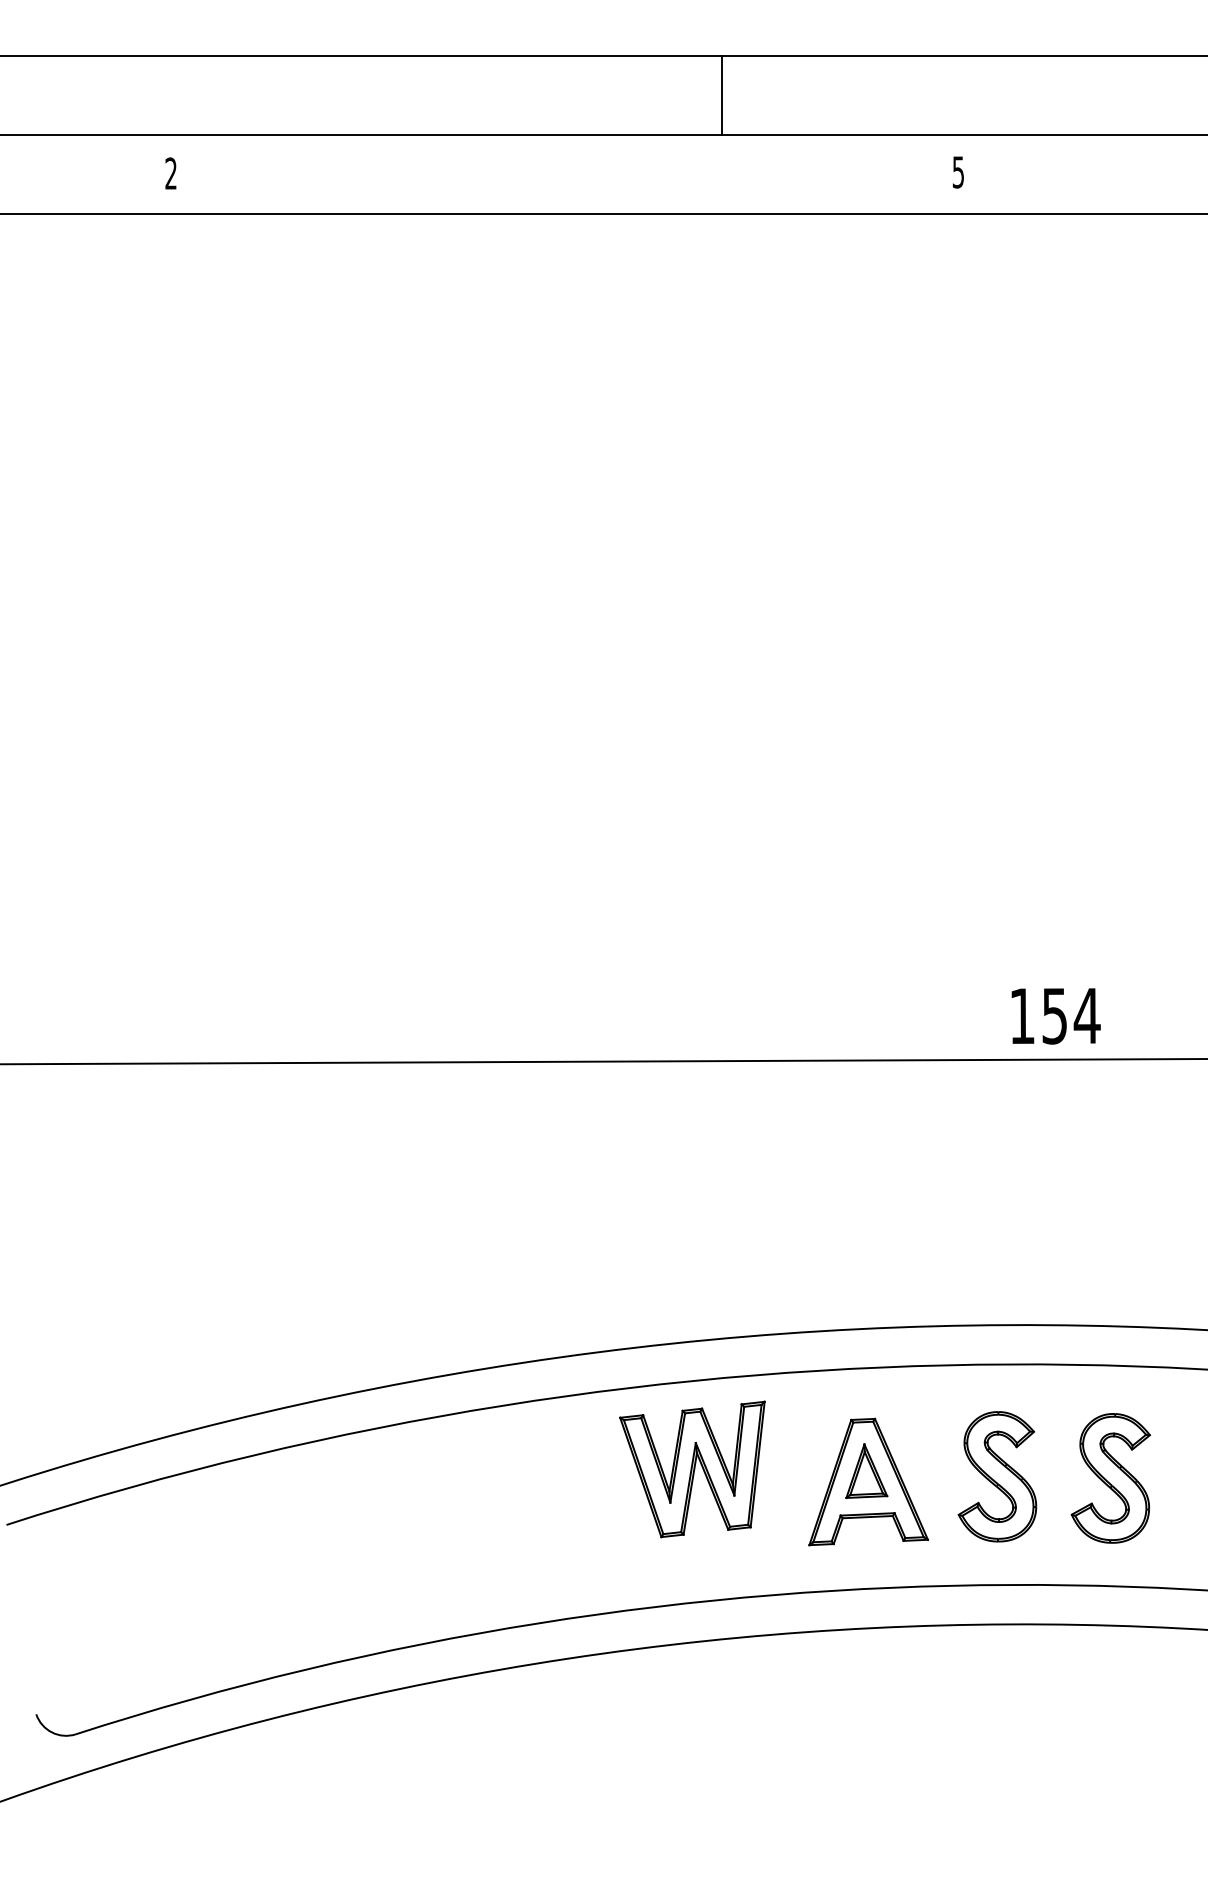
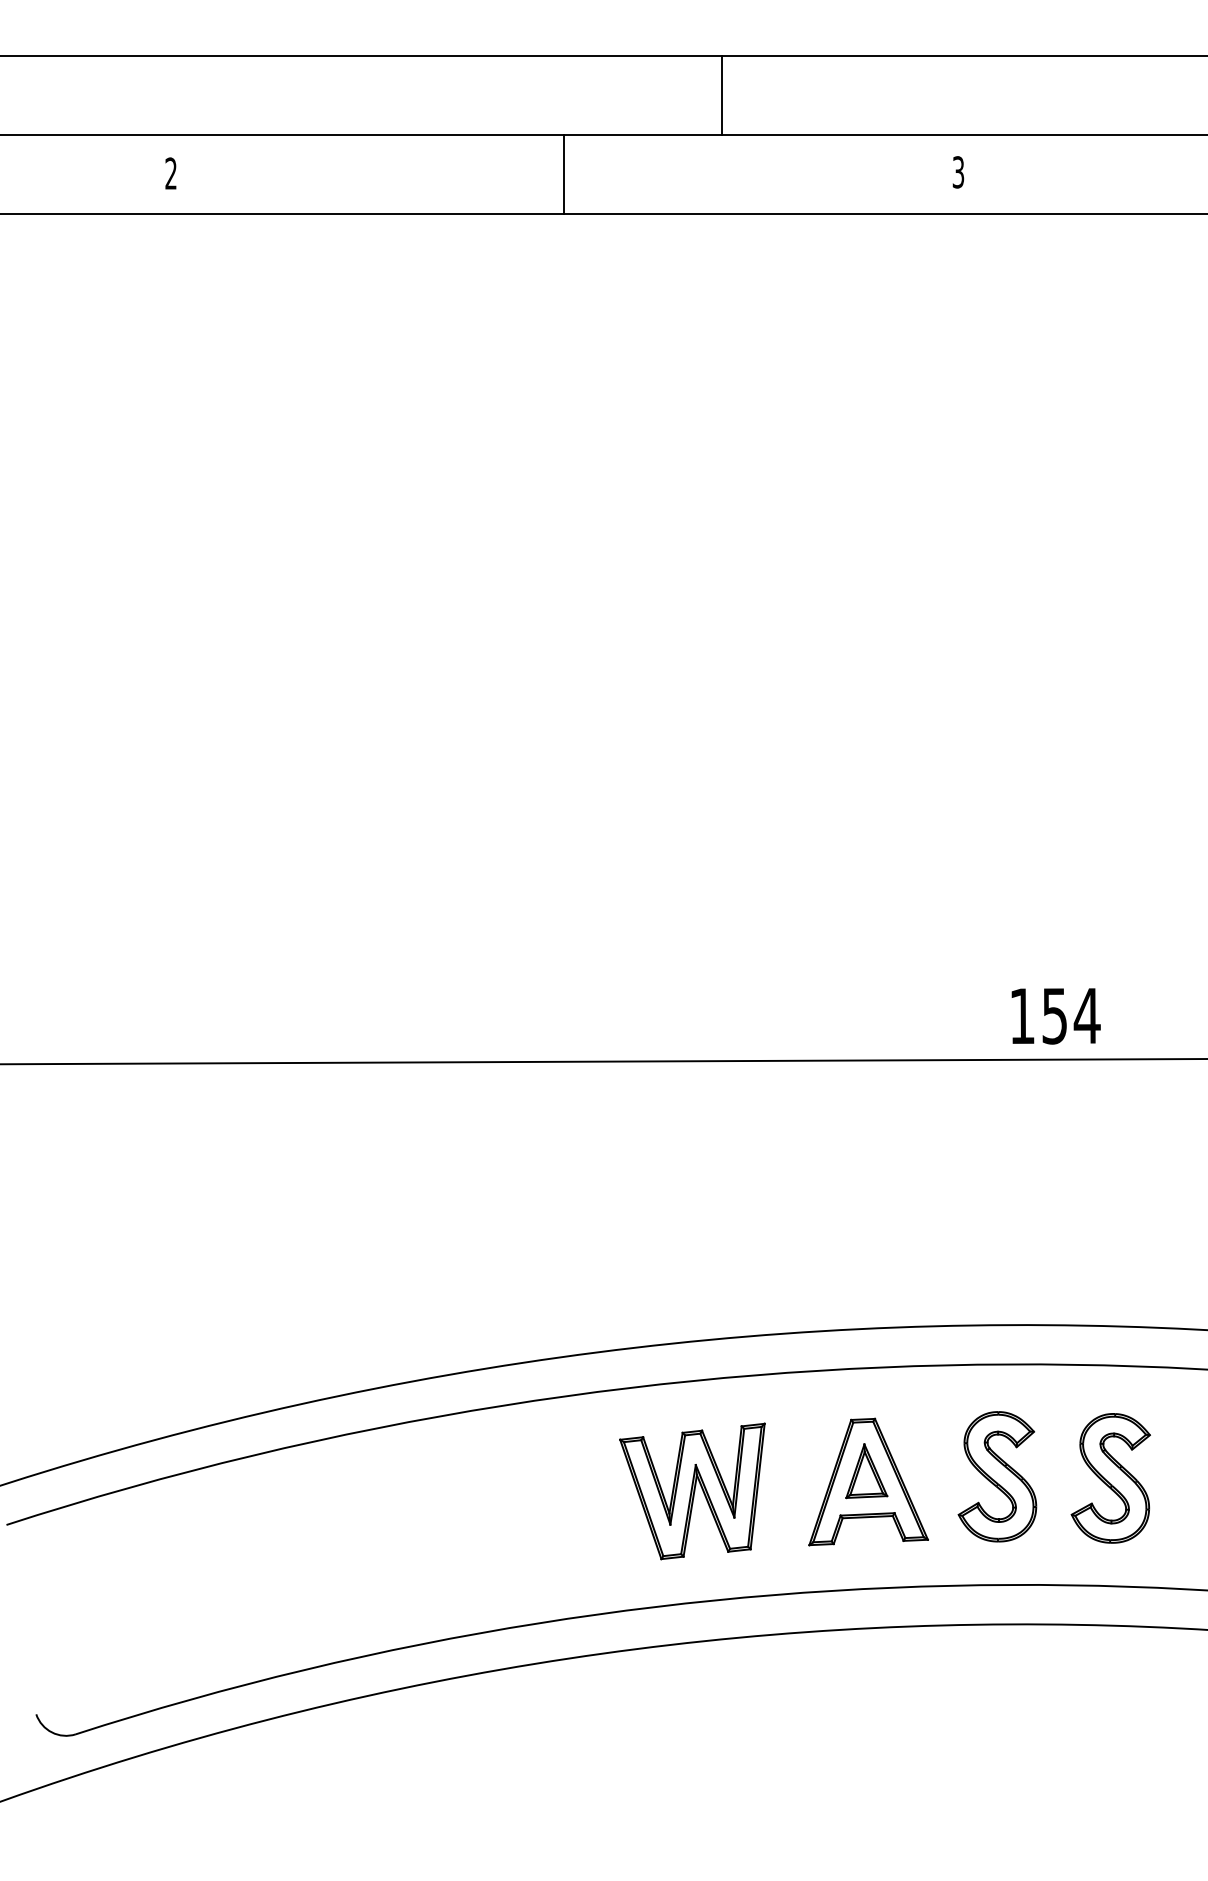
text at (958, 171): 5 -> 3
line at (564, 174): none -> present
part at (692, 1469) position: (692, 1469) -> (692, 1491)
